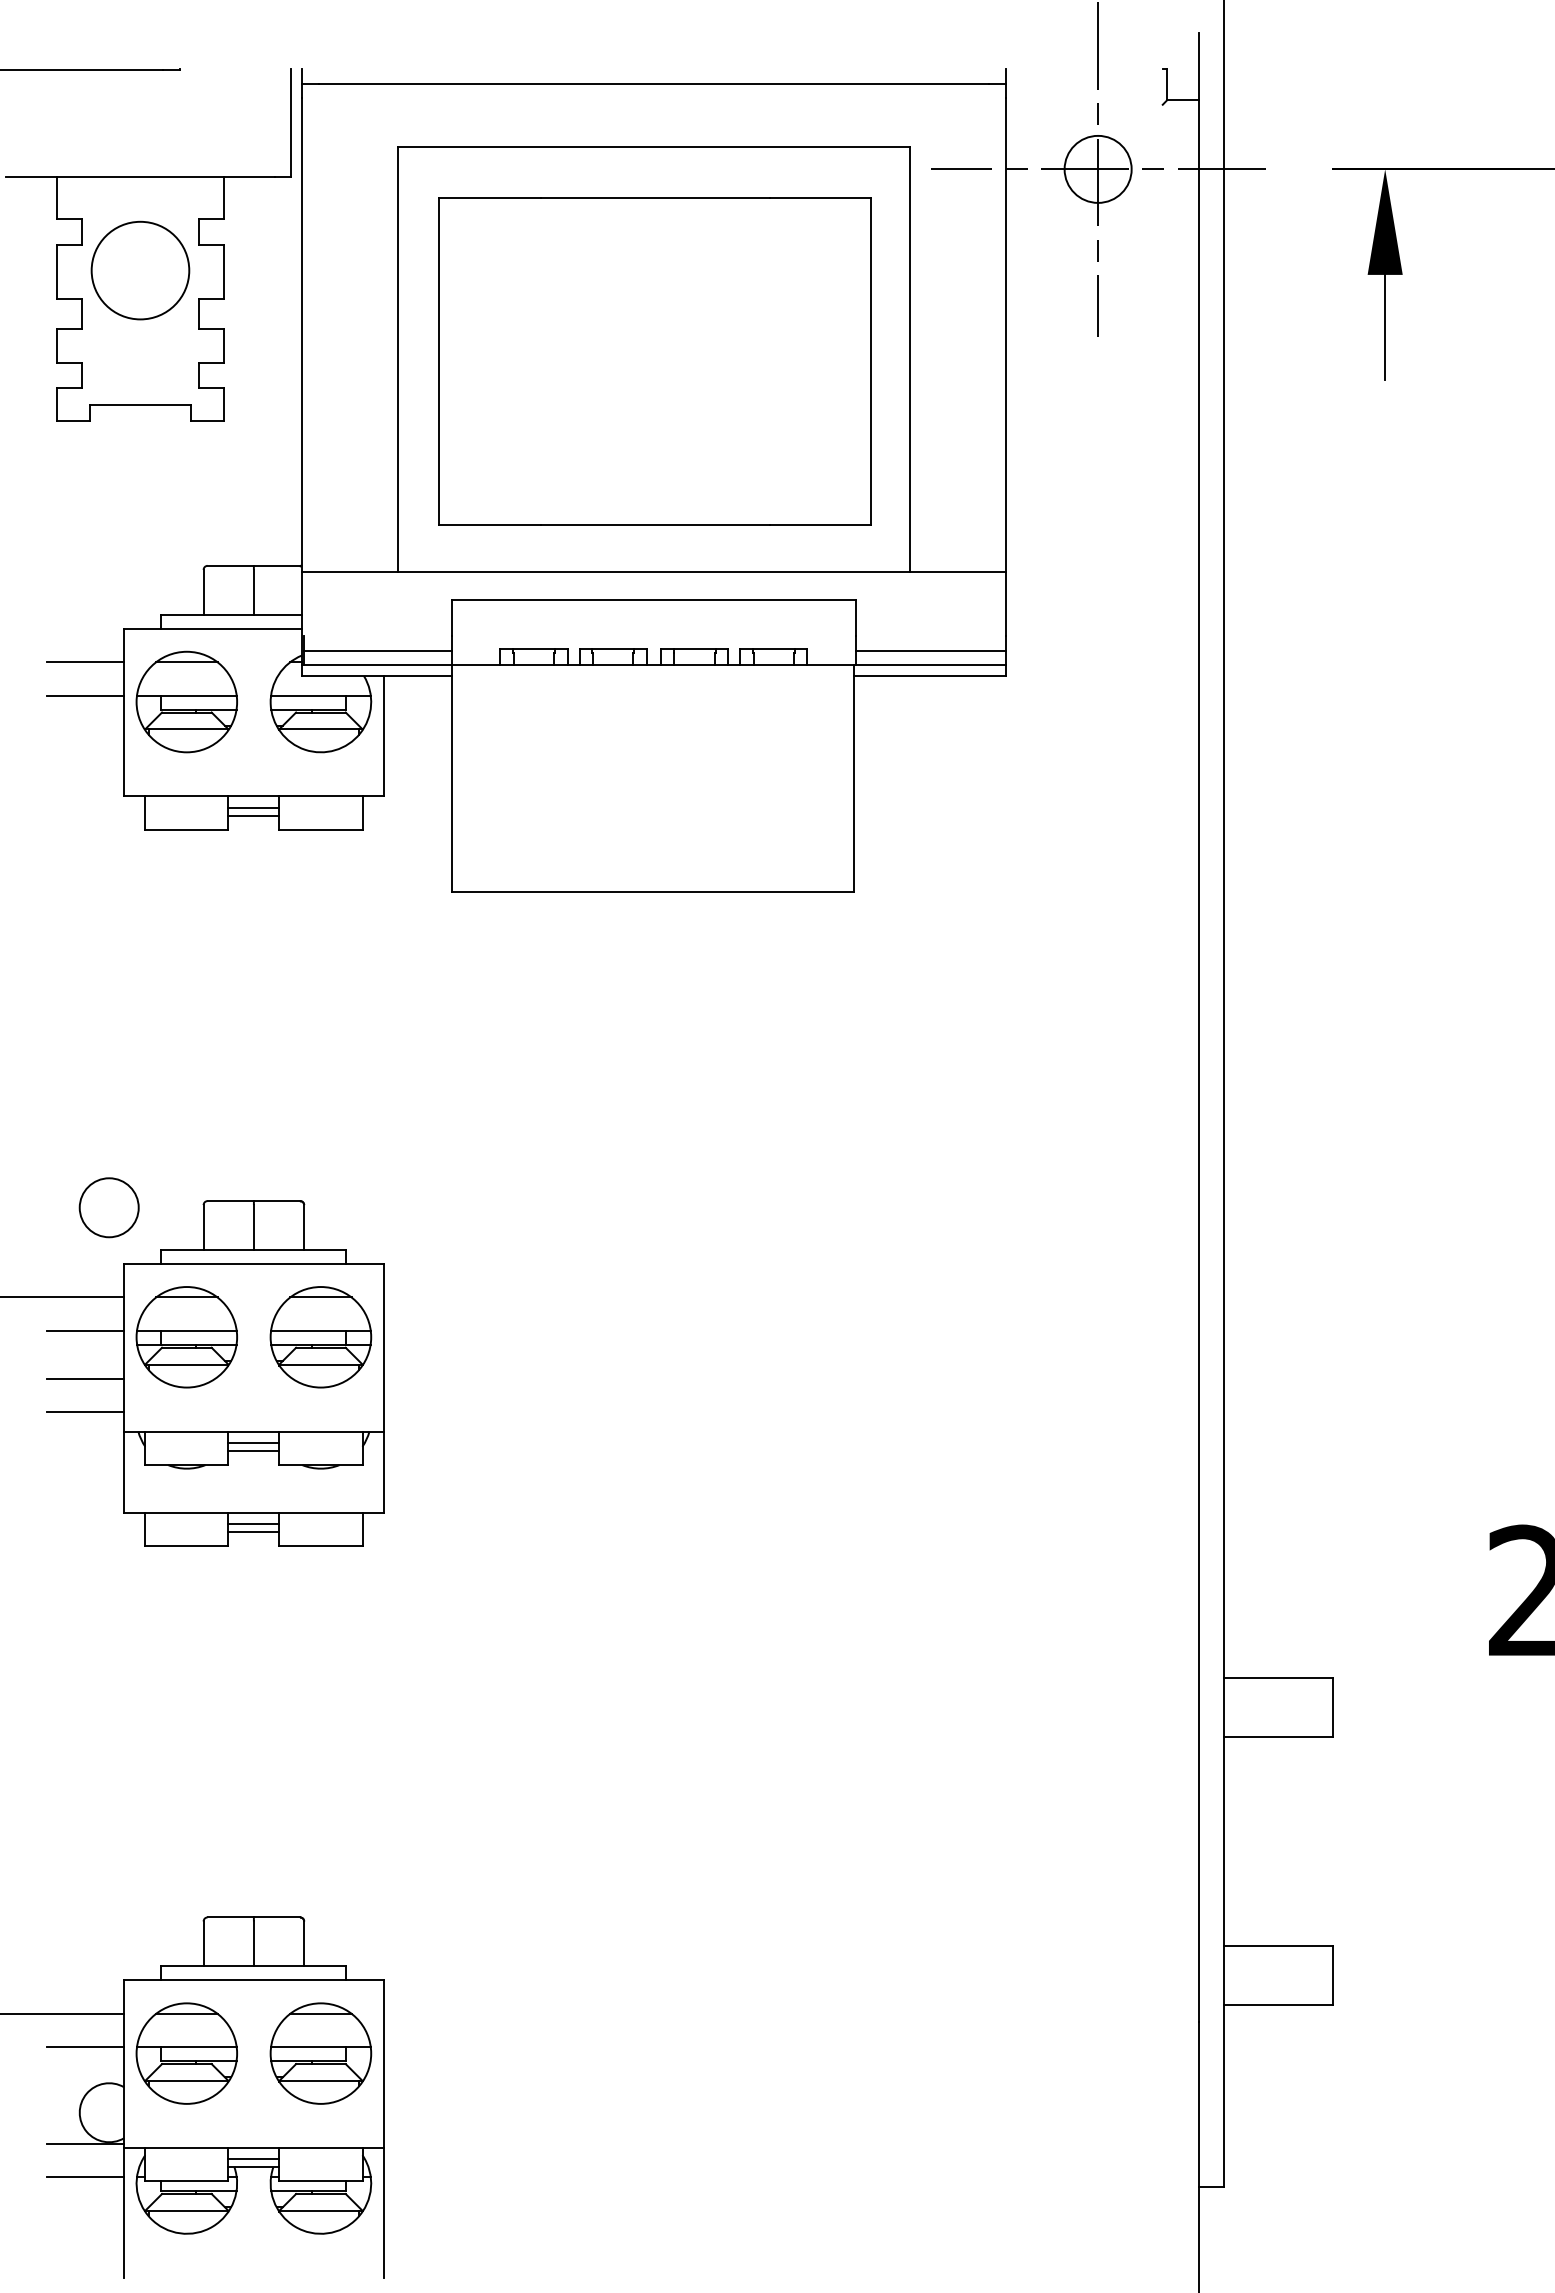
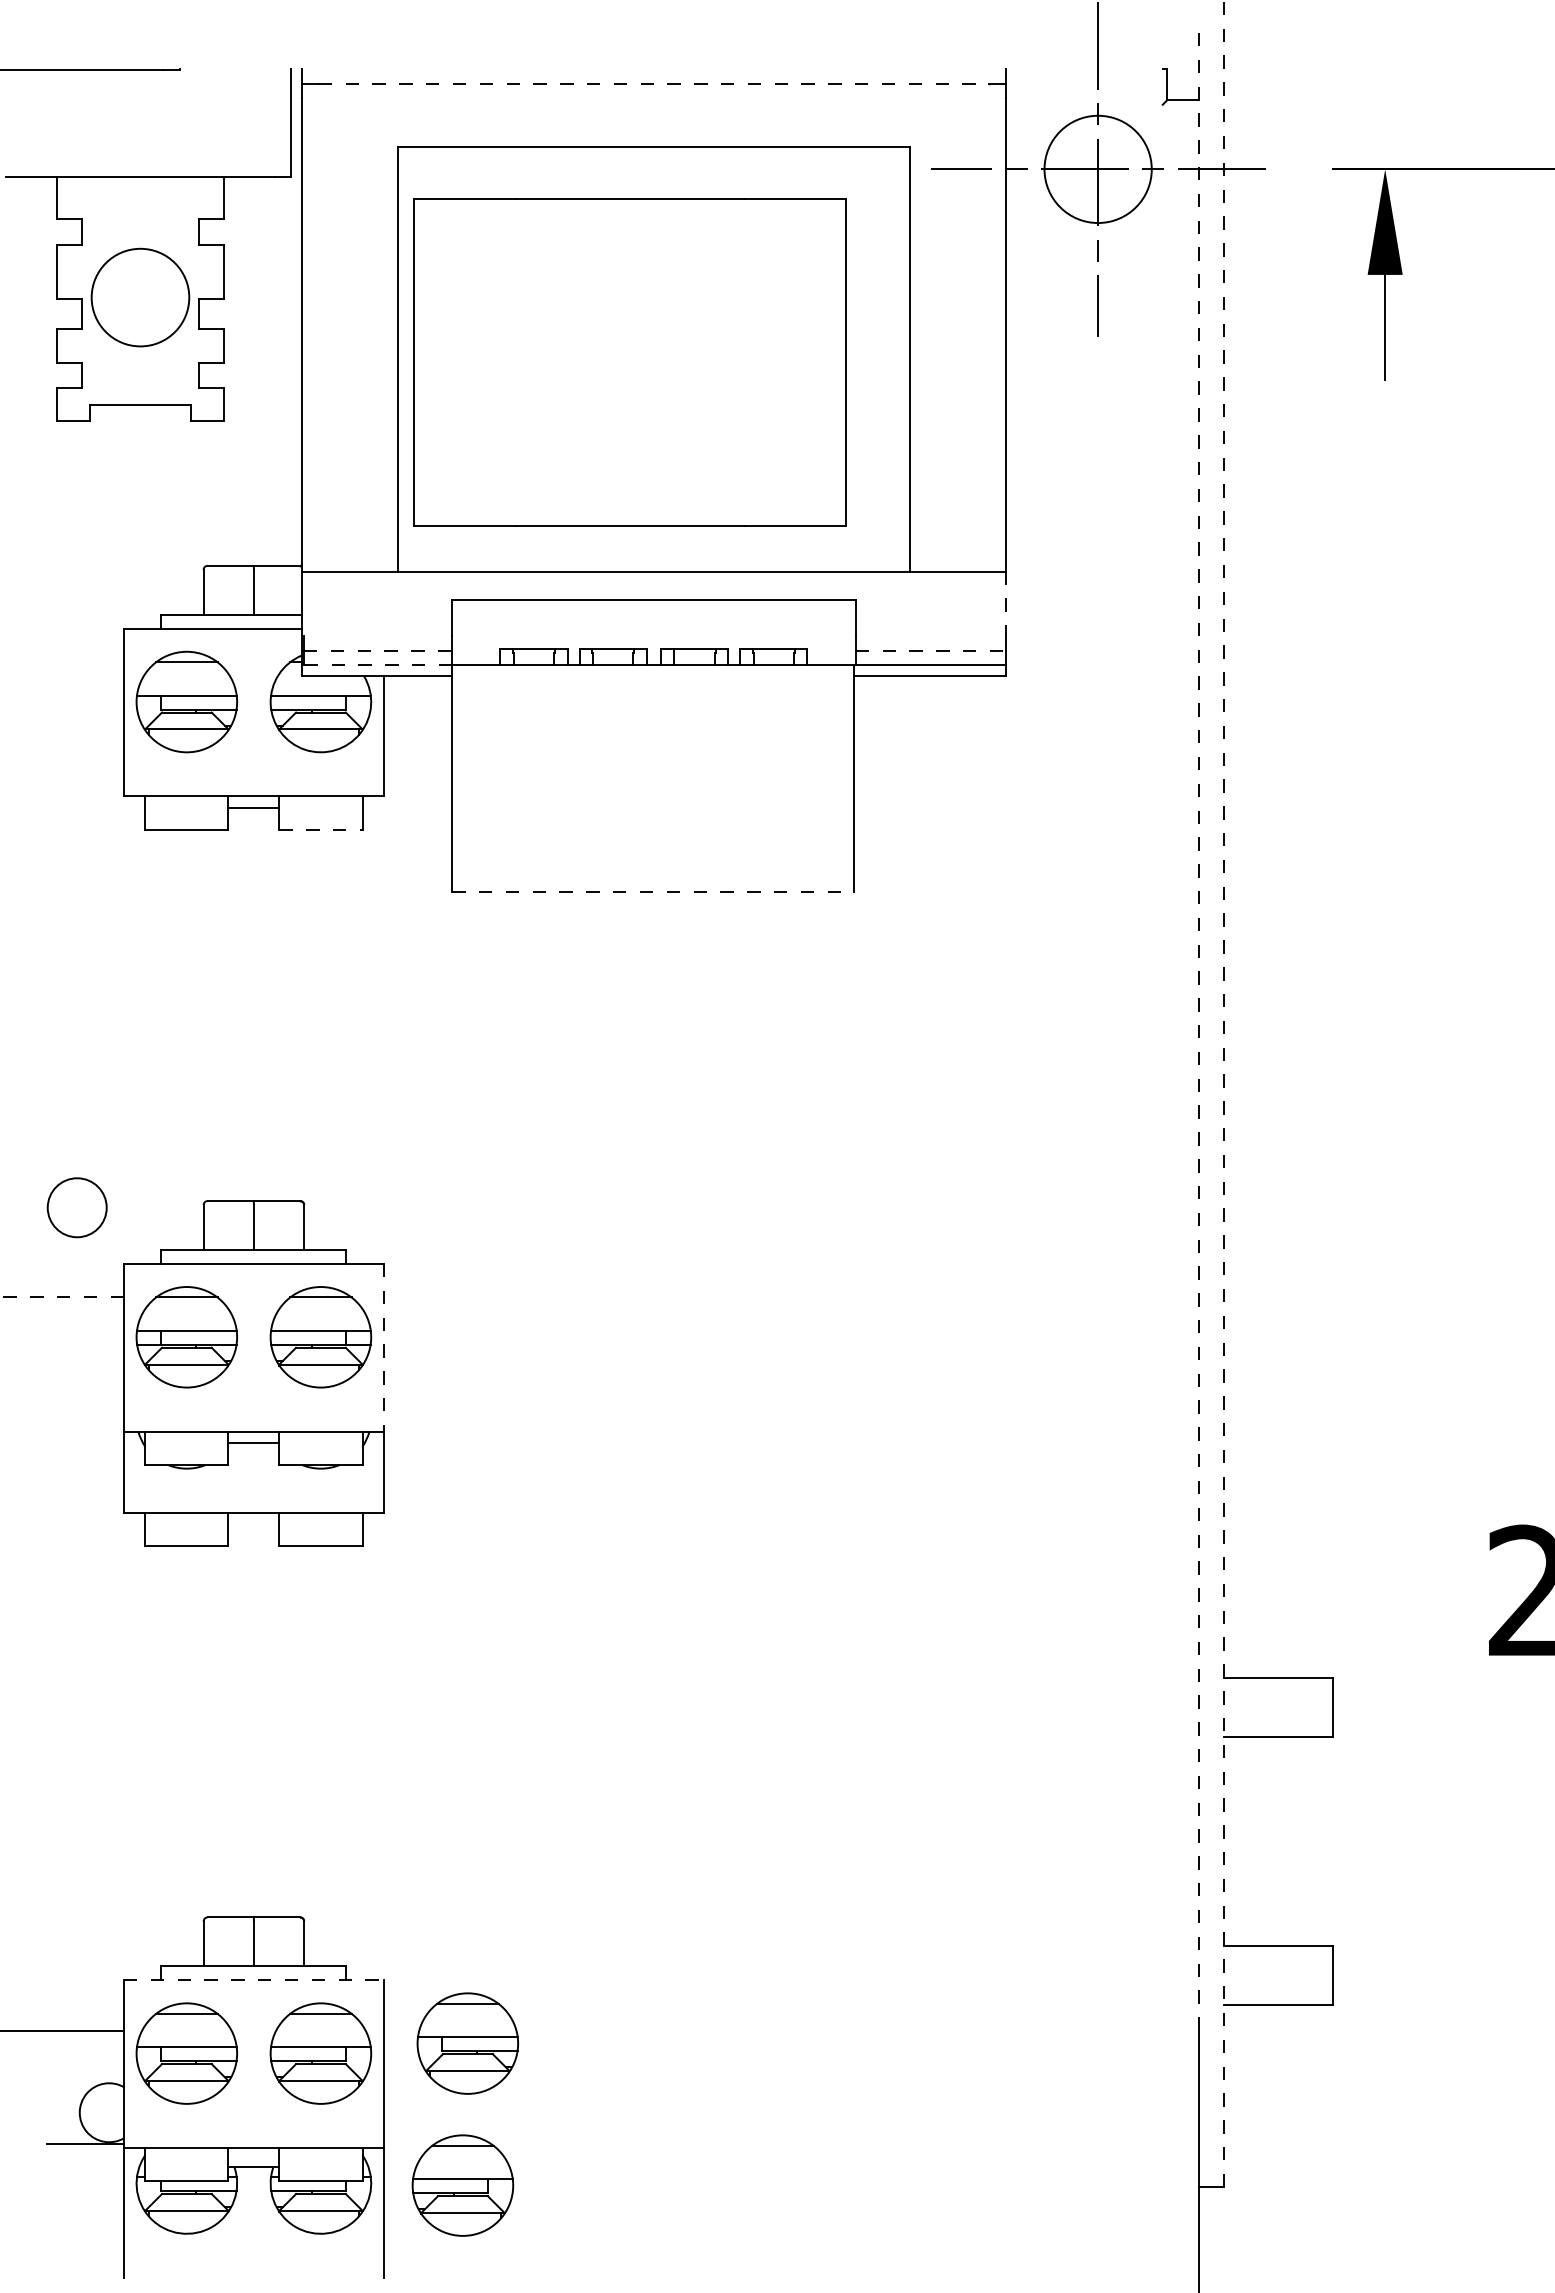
line at (654, 83): solid -> dashed
circle at (1097, 168) diameter: 67 px -> 107 px
circle at (140, 270) position: (140, 270) -> (140, 297)
part at (654, 361) position: (654, 361) -> (629, 362)
line at (1005, 604): solid -> dashed
line at (378, 650): solid -> dashed
line at (931, 650): solid -> dashed
line at (84, 662): present -> none
line at (377, 665): solid -> dashed
line at (84, 695): present -> none
line at (253, 815): present -> none
line at (320, 829): solid -> dashed
line at (653, 892): solid -> dashed
line at (1198, 1027): solid -> dashed
line at (1224, 1093): solid -> dashed
circle at (108, 1207) position: (108, 1207) -> (76, 1207)
line at (62, 1297): solid -> dashed
line at (84, 1330): present -> none
line at (383, 1347): solid -> dashed
line at (84, 1378): present -> none
line at (84, 1412): present -> none
line at (253, 1450): present -> none
line at (253, 1524): present -> none
line at (253, 1532): present -> none
line at (253, 1980): solid -> dashed
line at (62, 2013) position: (62, 2013) -> (62, 2030)
part at (467, 2043): none -> present
line at (84, 2047): present -> none
line at (253, 2159): present -> none
line at (84, 2177): present -> none
part at (462, 2185): none -> present
